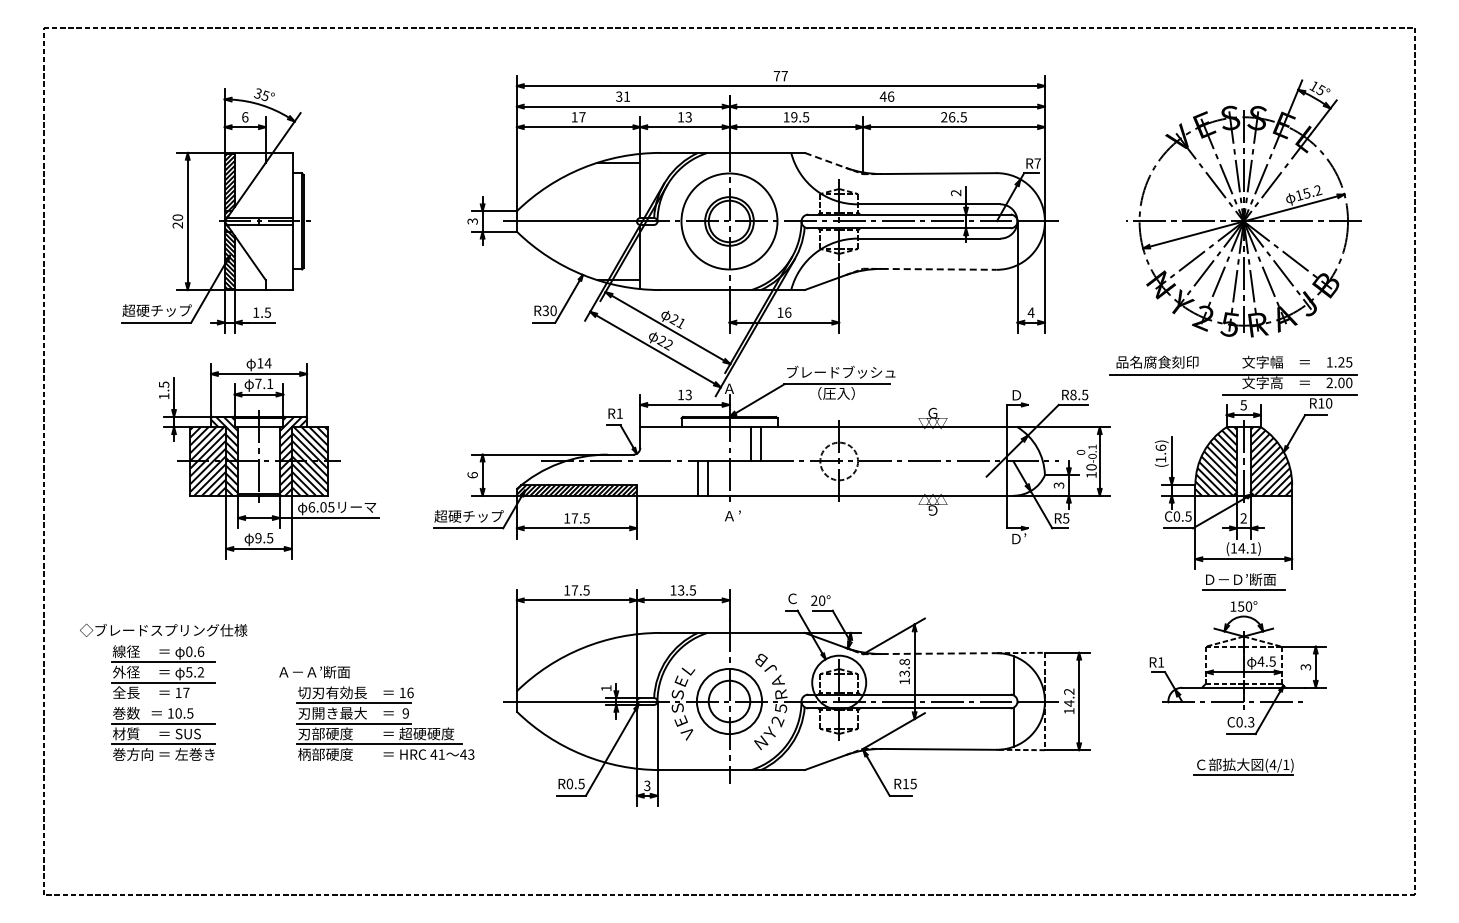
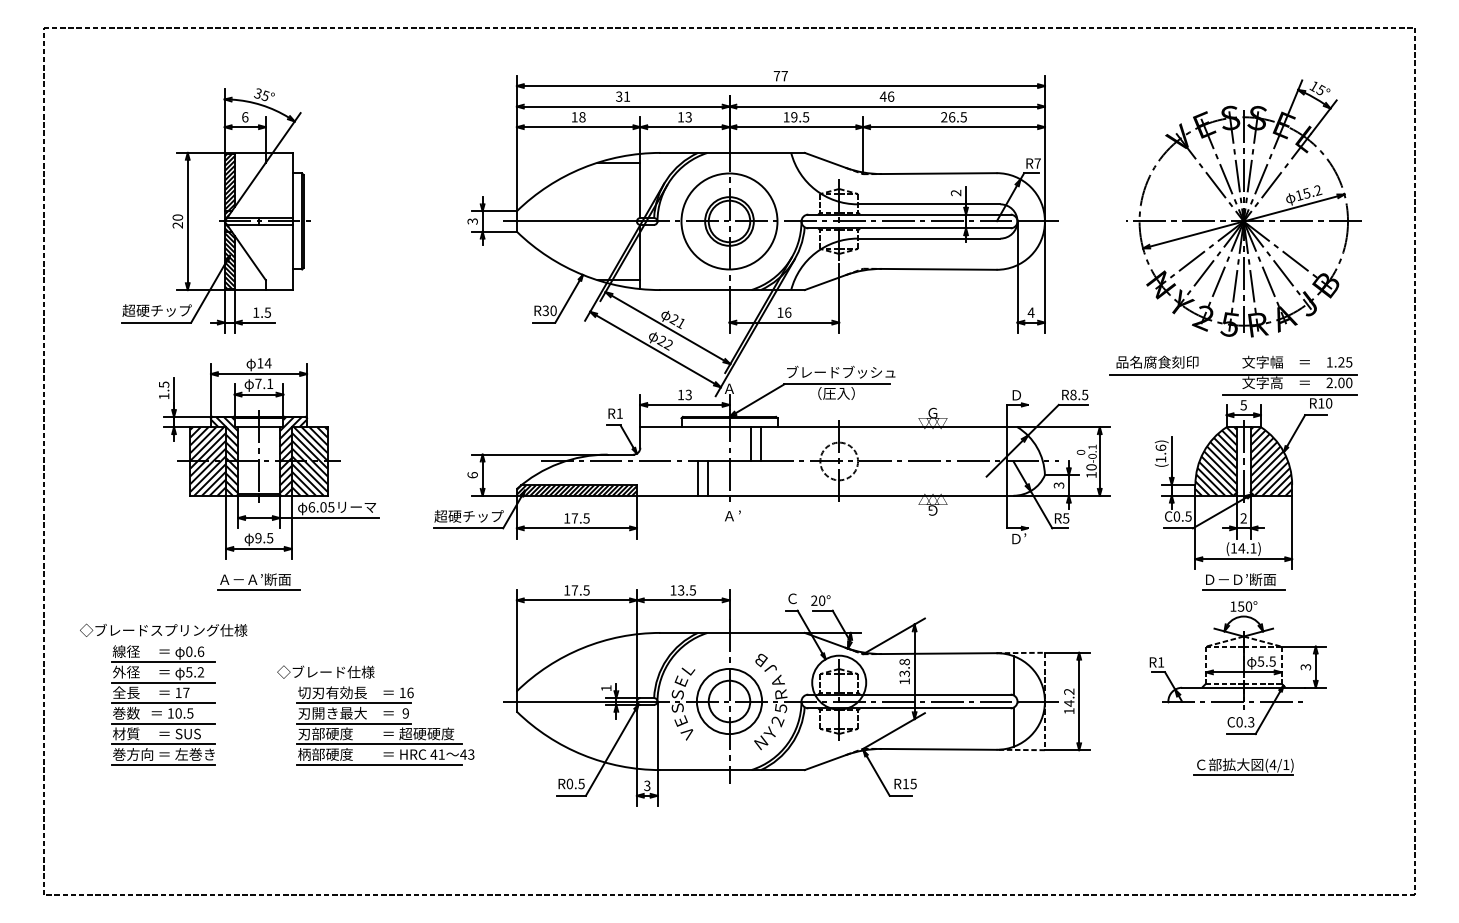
text at (582, 117): 17 -> 18
line at (825, 160): dashed -> solid
line at (939, 269): dashed -> solid
part at (258, 581): none -> present
line at (939, 653): dashed -> solid
text at (1260, 661): 4.5 -> 5.5
text at (325, 671): Ａ－Ａ’断面 -> ◇ブレード仕様
line at (163, 703): none -> present
line at (163, 764): none -> present
line at (379, 764): none -> present
